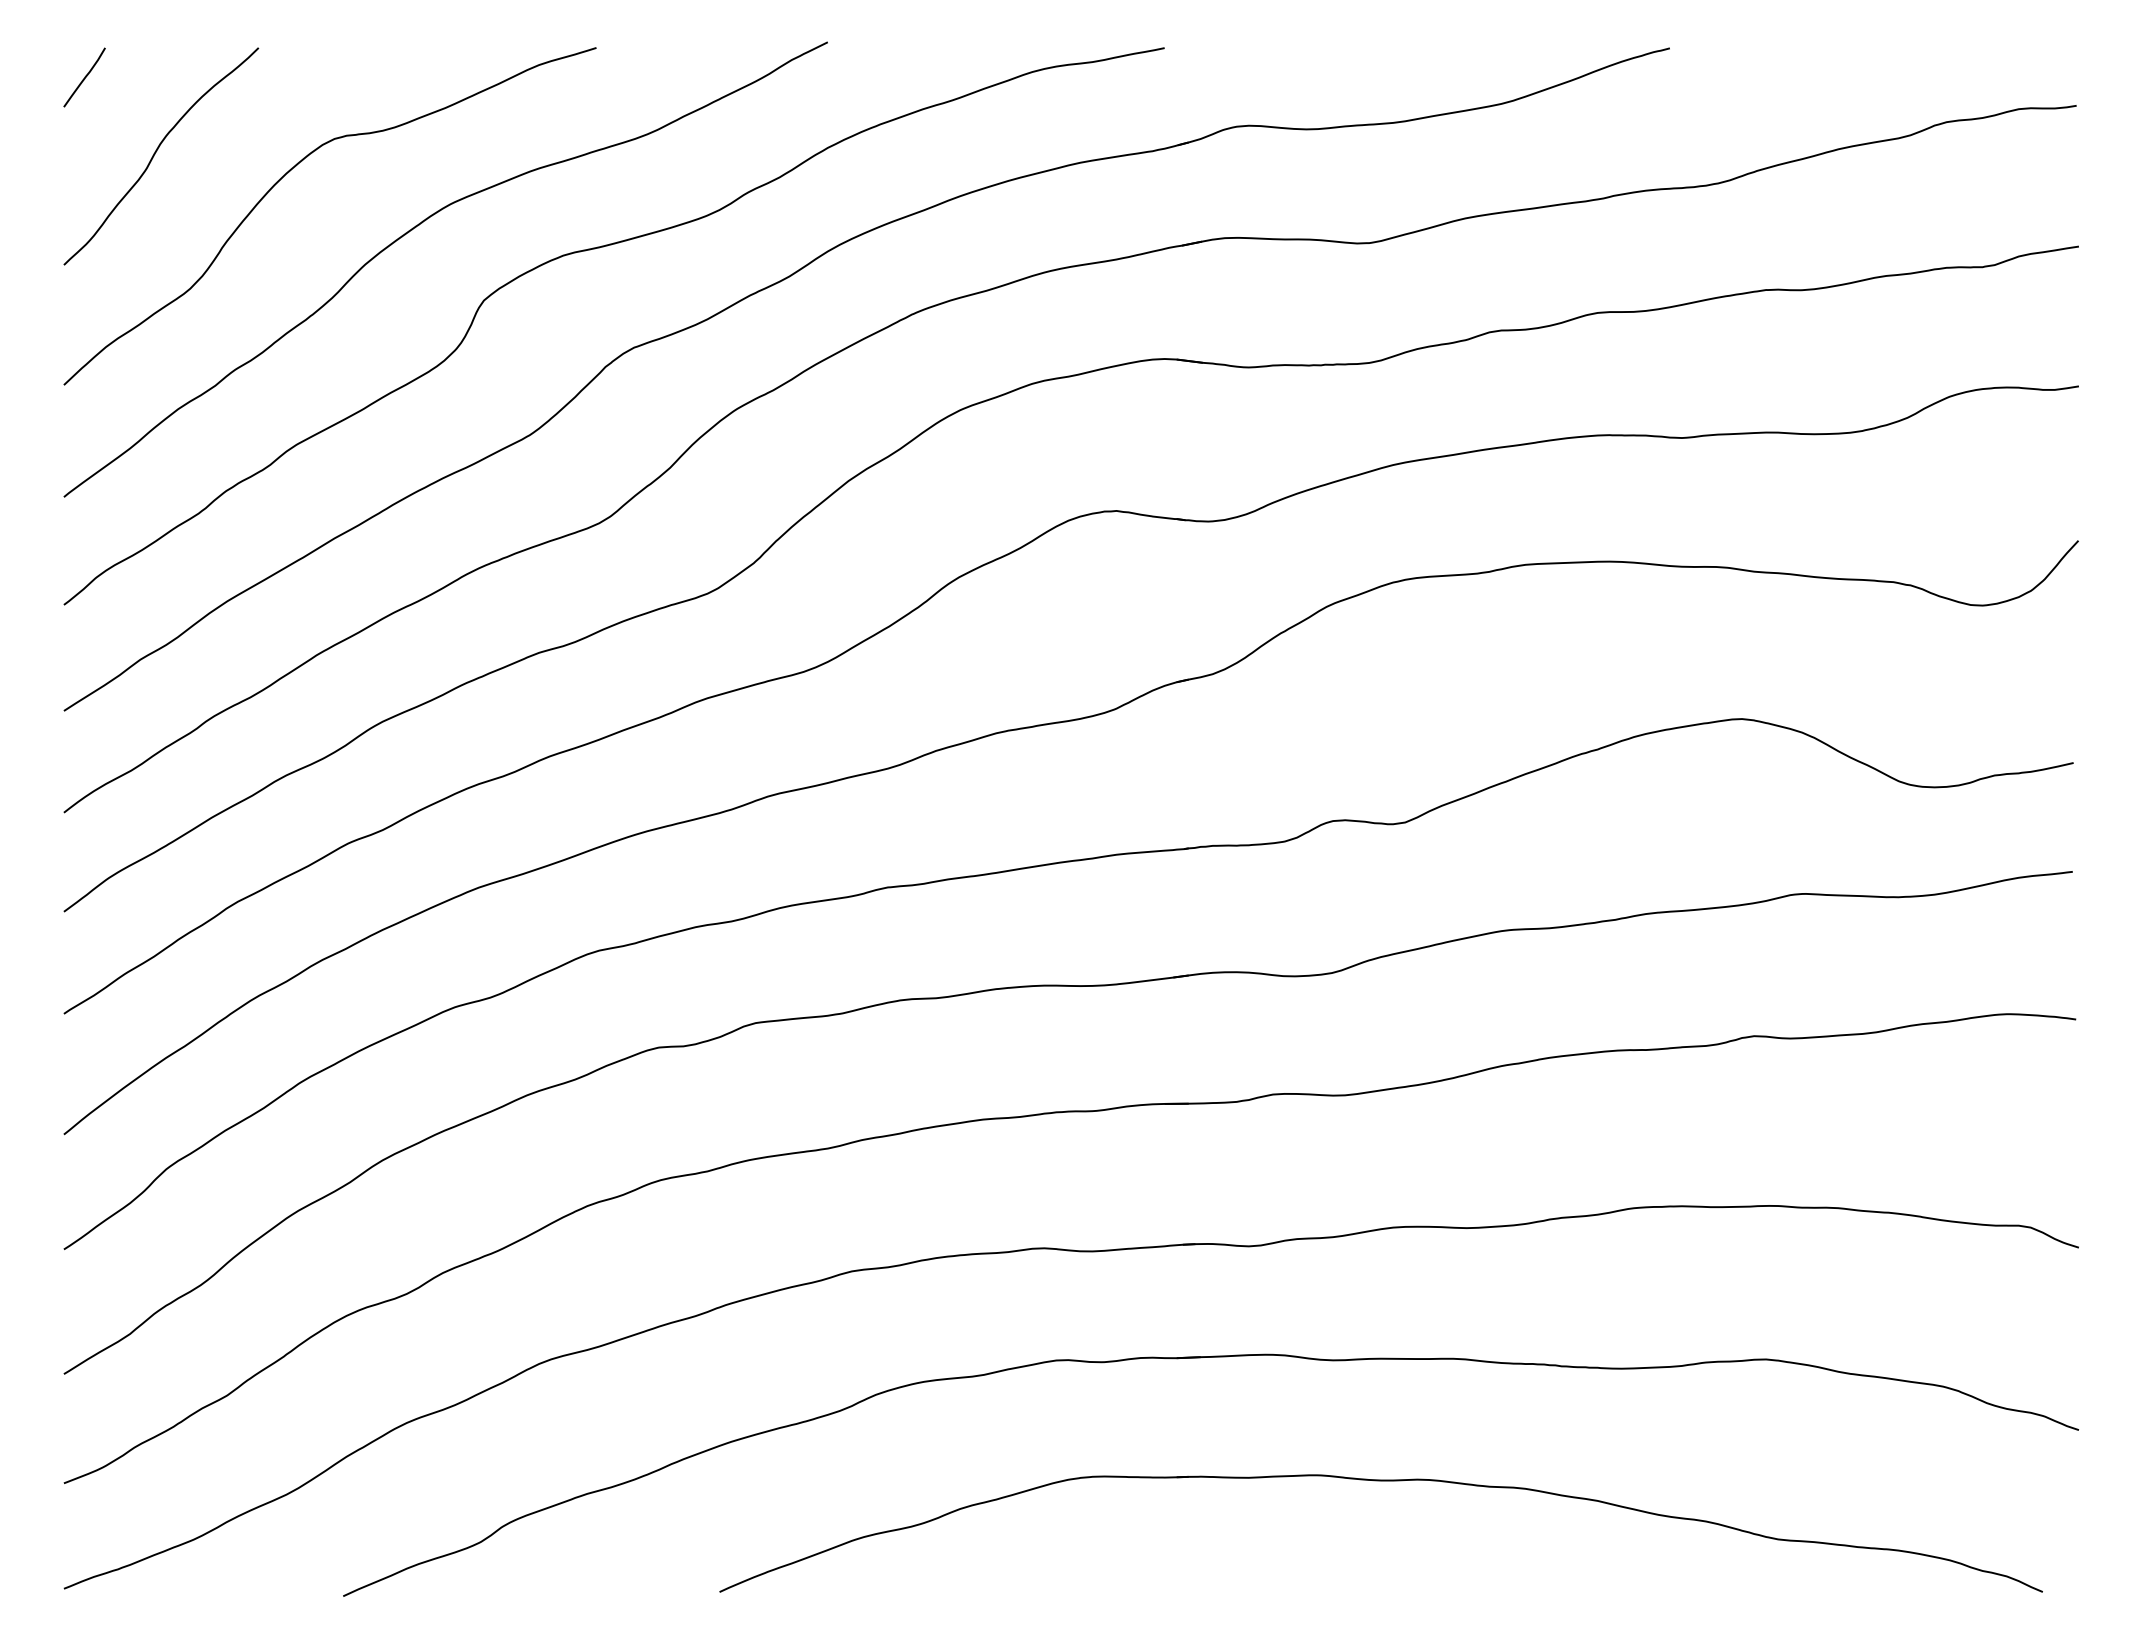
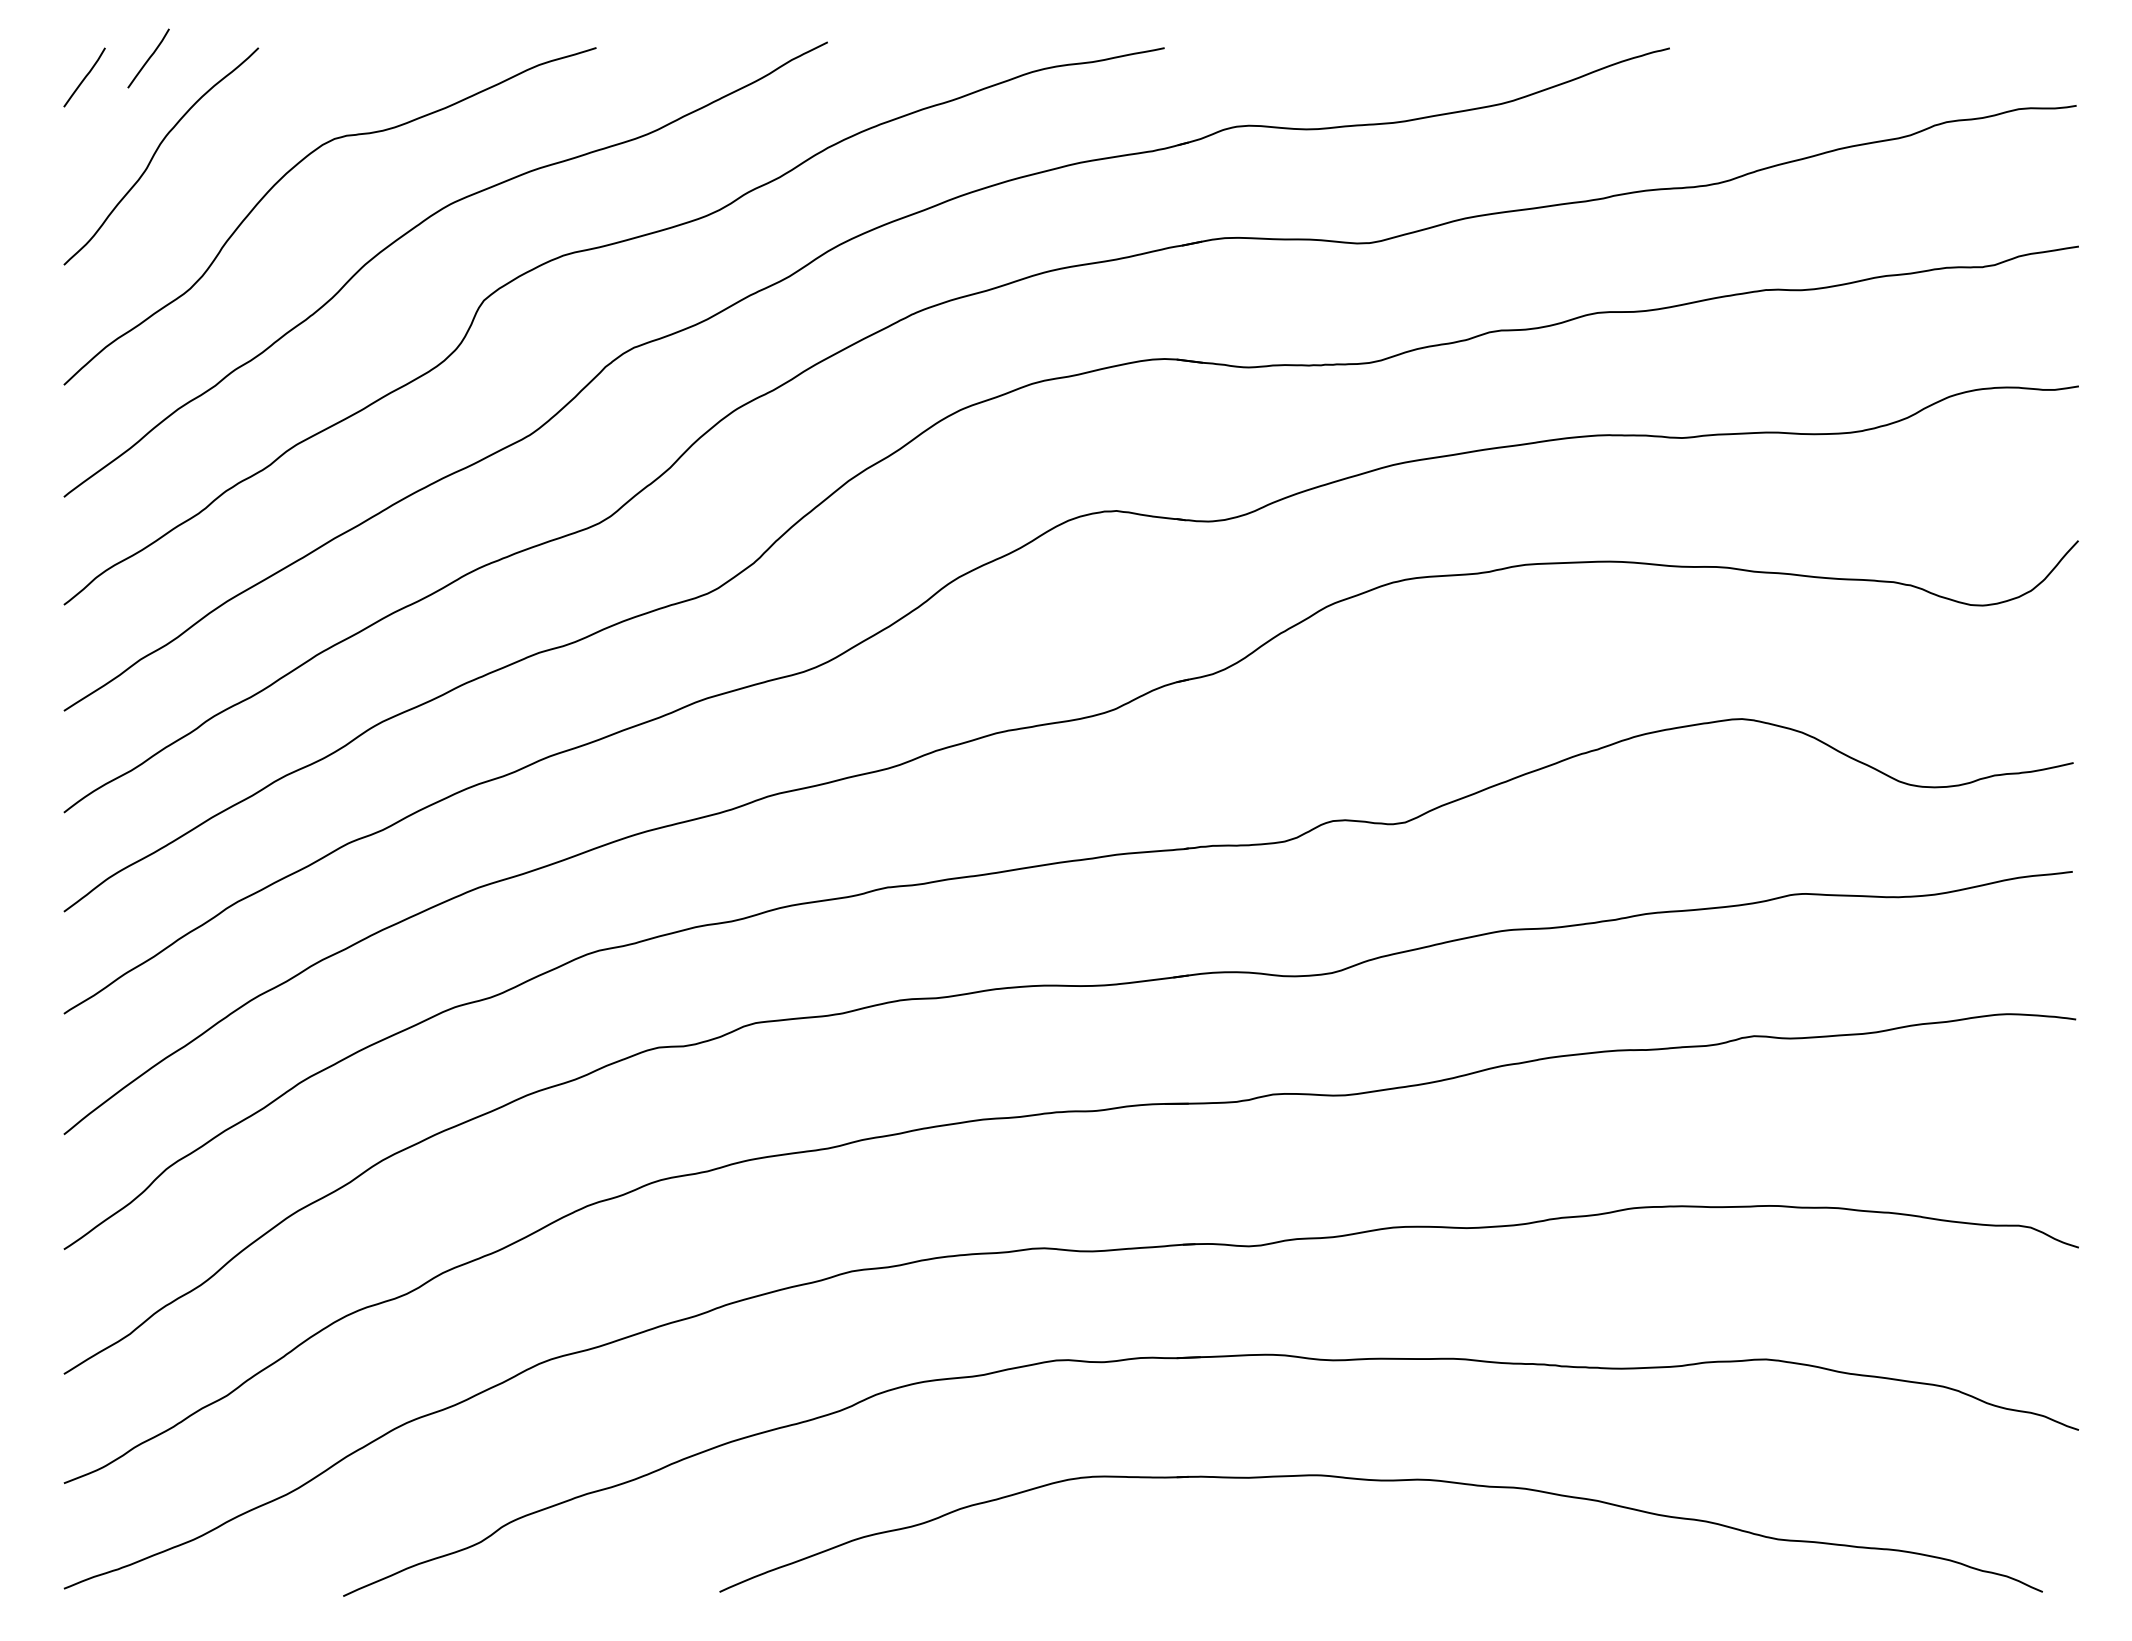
curve at (148, 58): none -> present
